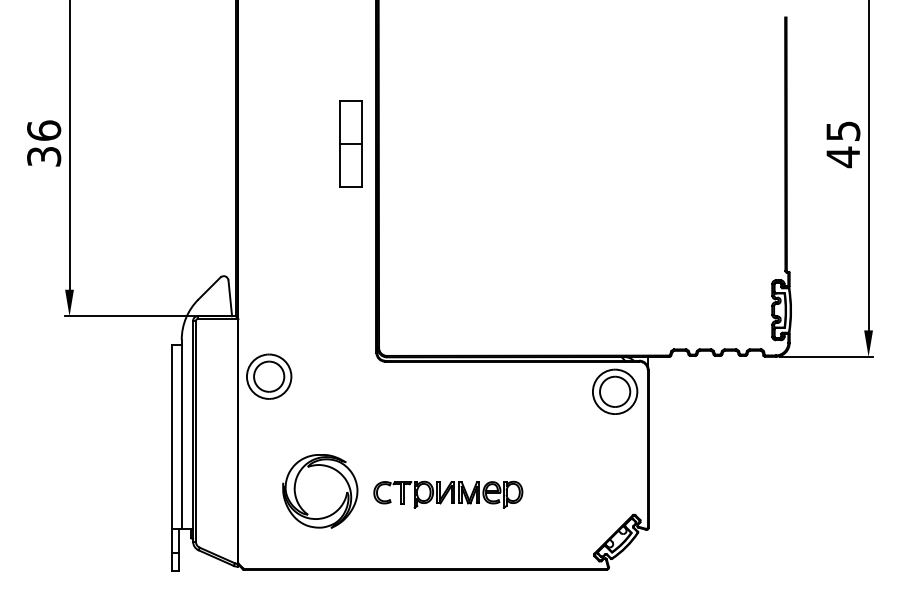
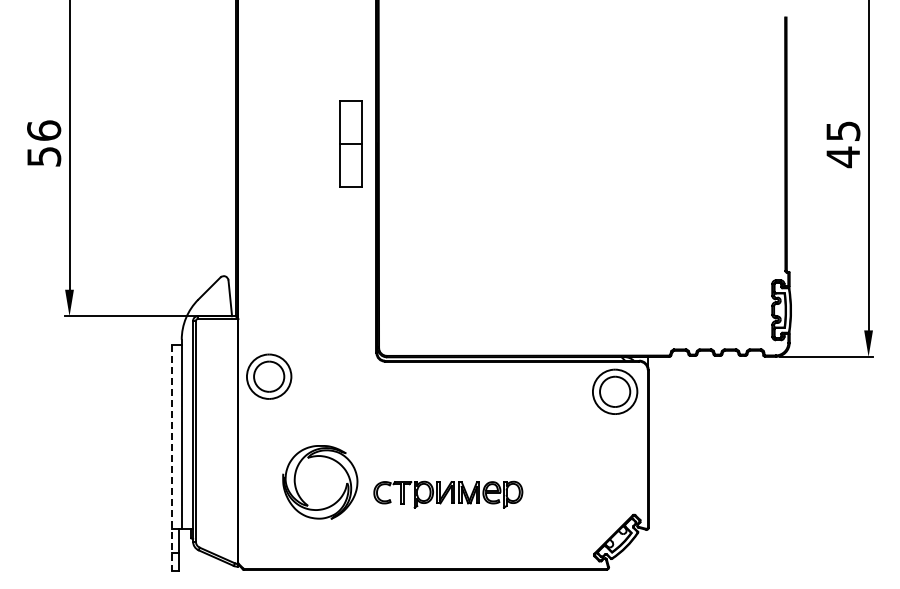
text at (43, 156): 36 -> 56
line at (172, 458): solid -> dashed
part at (320, 491) position: (320, 491) -> (320, 482)
